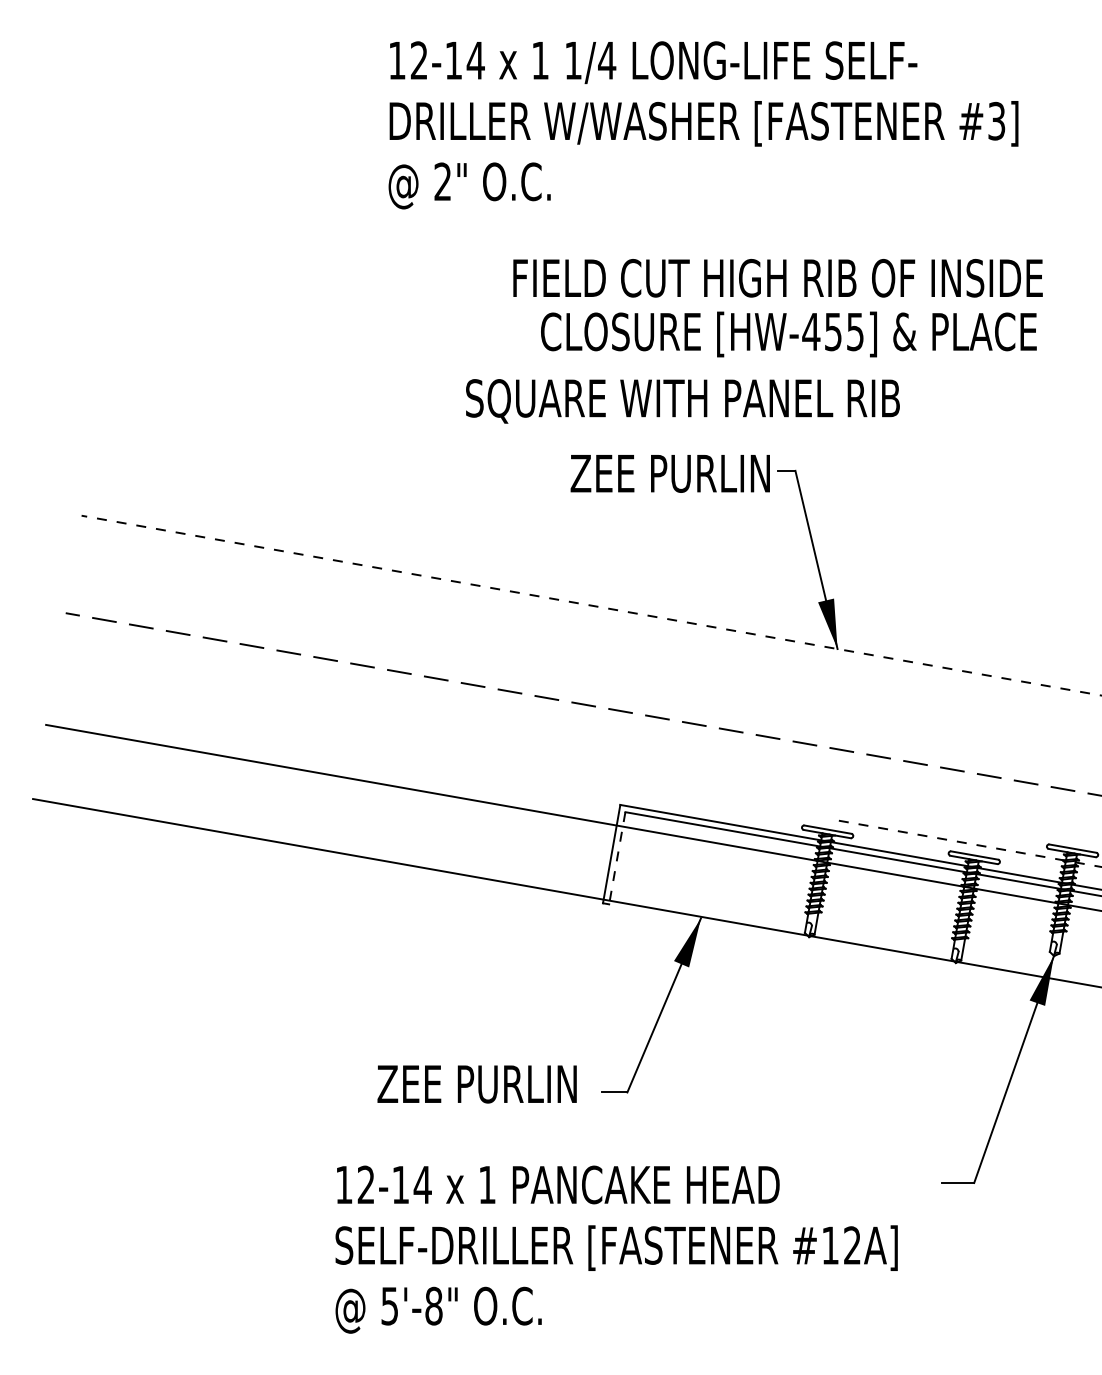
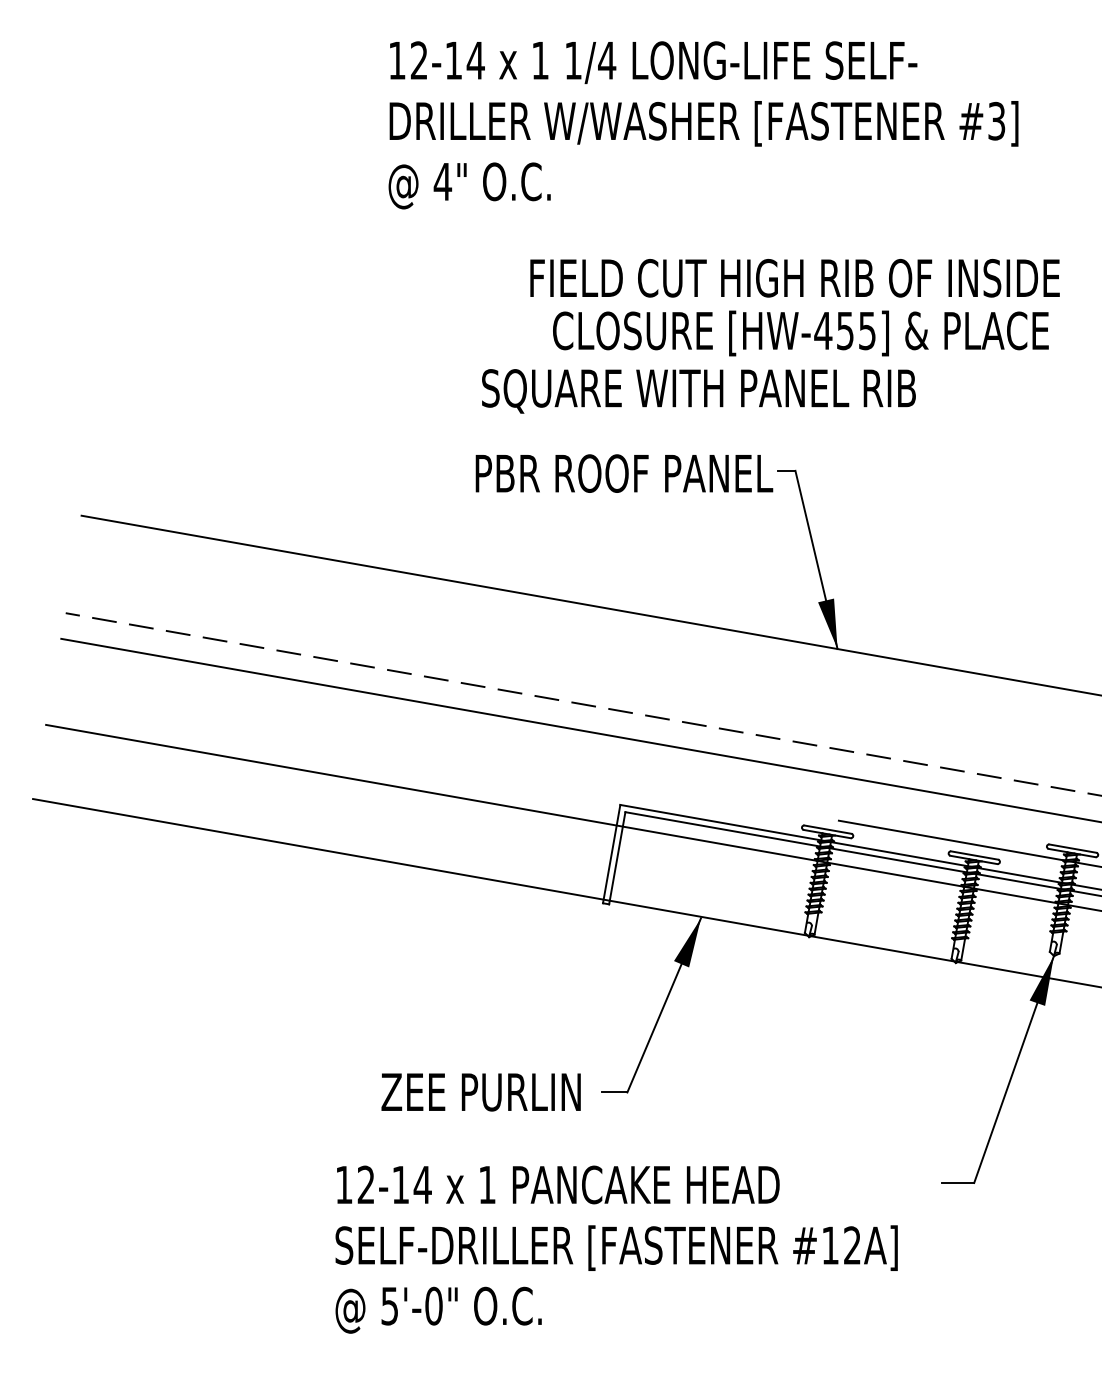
text at (442, 181): 2" -> 4"
text at (777, 278) position: (777, 278) -> (794, 278)
text at (788, 334) position: (788, 334) -> (800, 333)
text at (682, 401) position: (682, 401) -> (698, 391)
text at (624, 473): ZEE PURLIN -> PBR ROOF PANEL
line at (591, 605): dashed -> solid
line at (579, 729): none -> present
line at (970, 843): dashed -> solid
line at (617, 858): dashed -> solid
text at (476, 1084) position: (476, 1084) -> (480, 1092)
text at (433, 1306): 5'-8" -> 5'-0"
